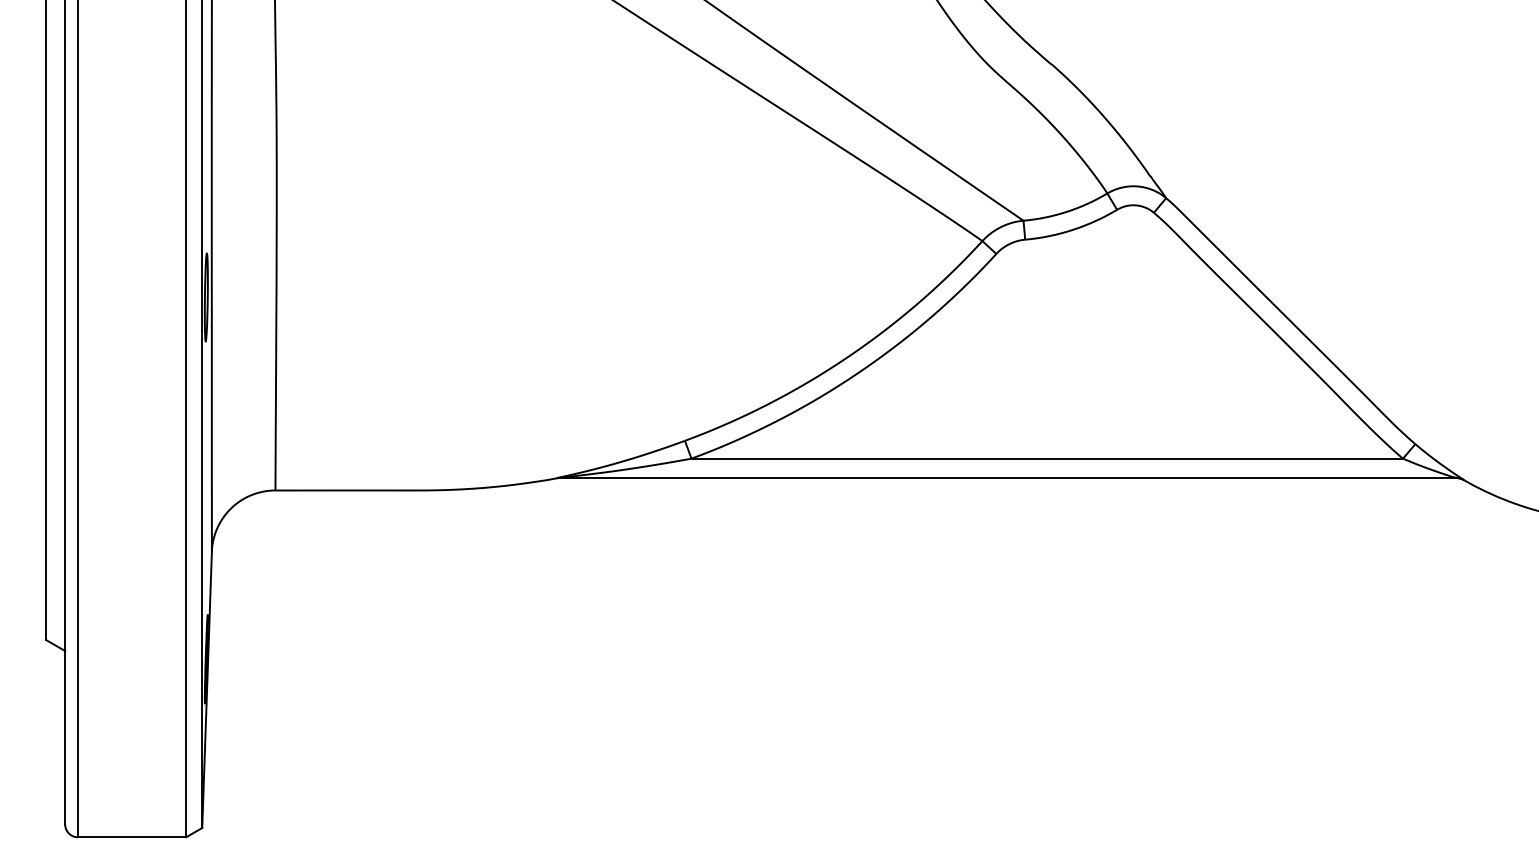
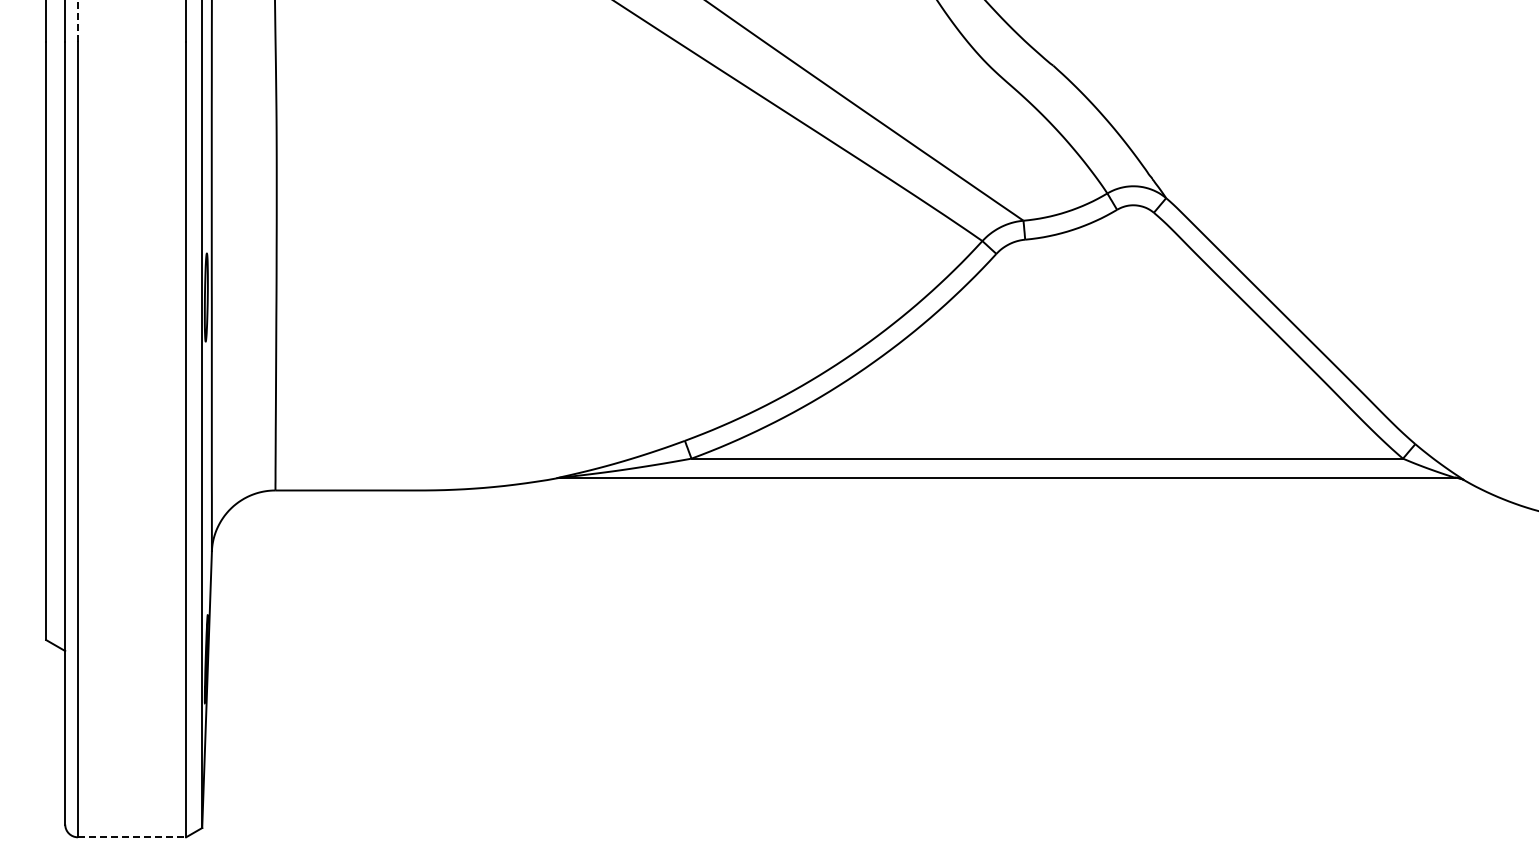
line at (77, 20): solid -> dashed
line at (132, 837): solid -> dashed
